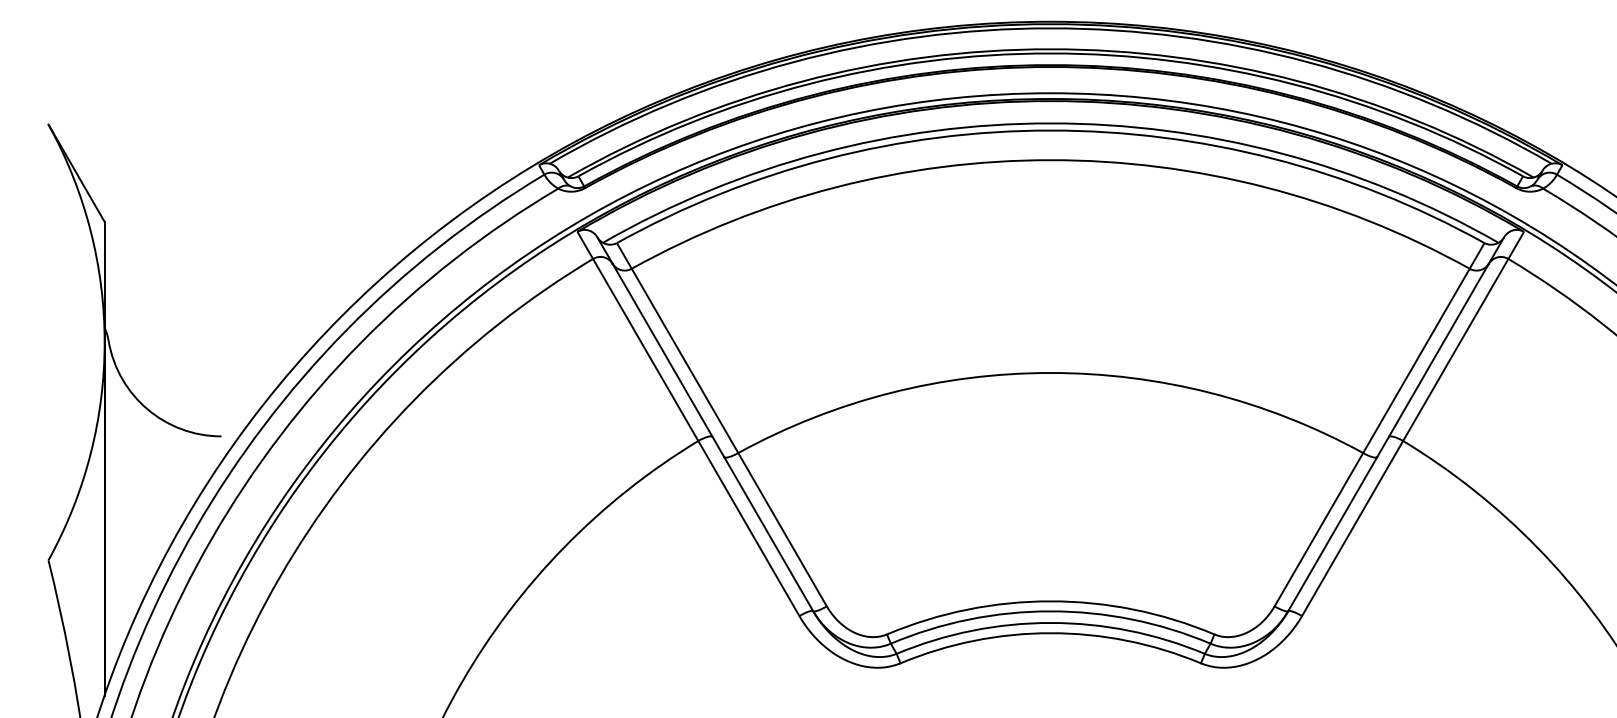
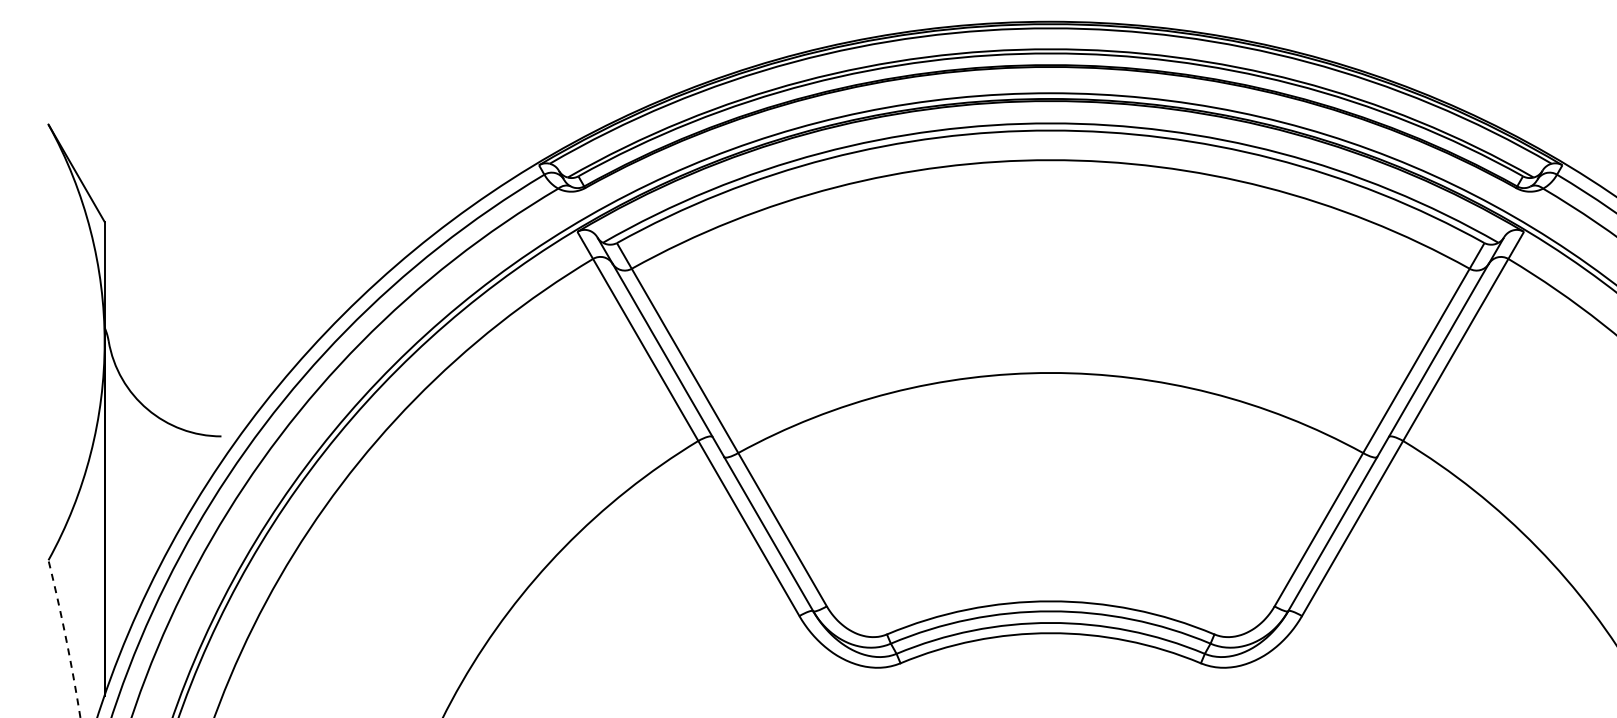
arc at (65, 638): solid -> dashed
